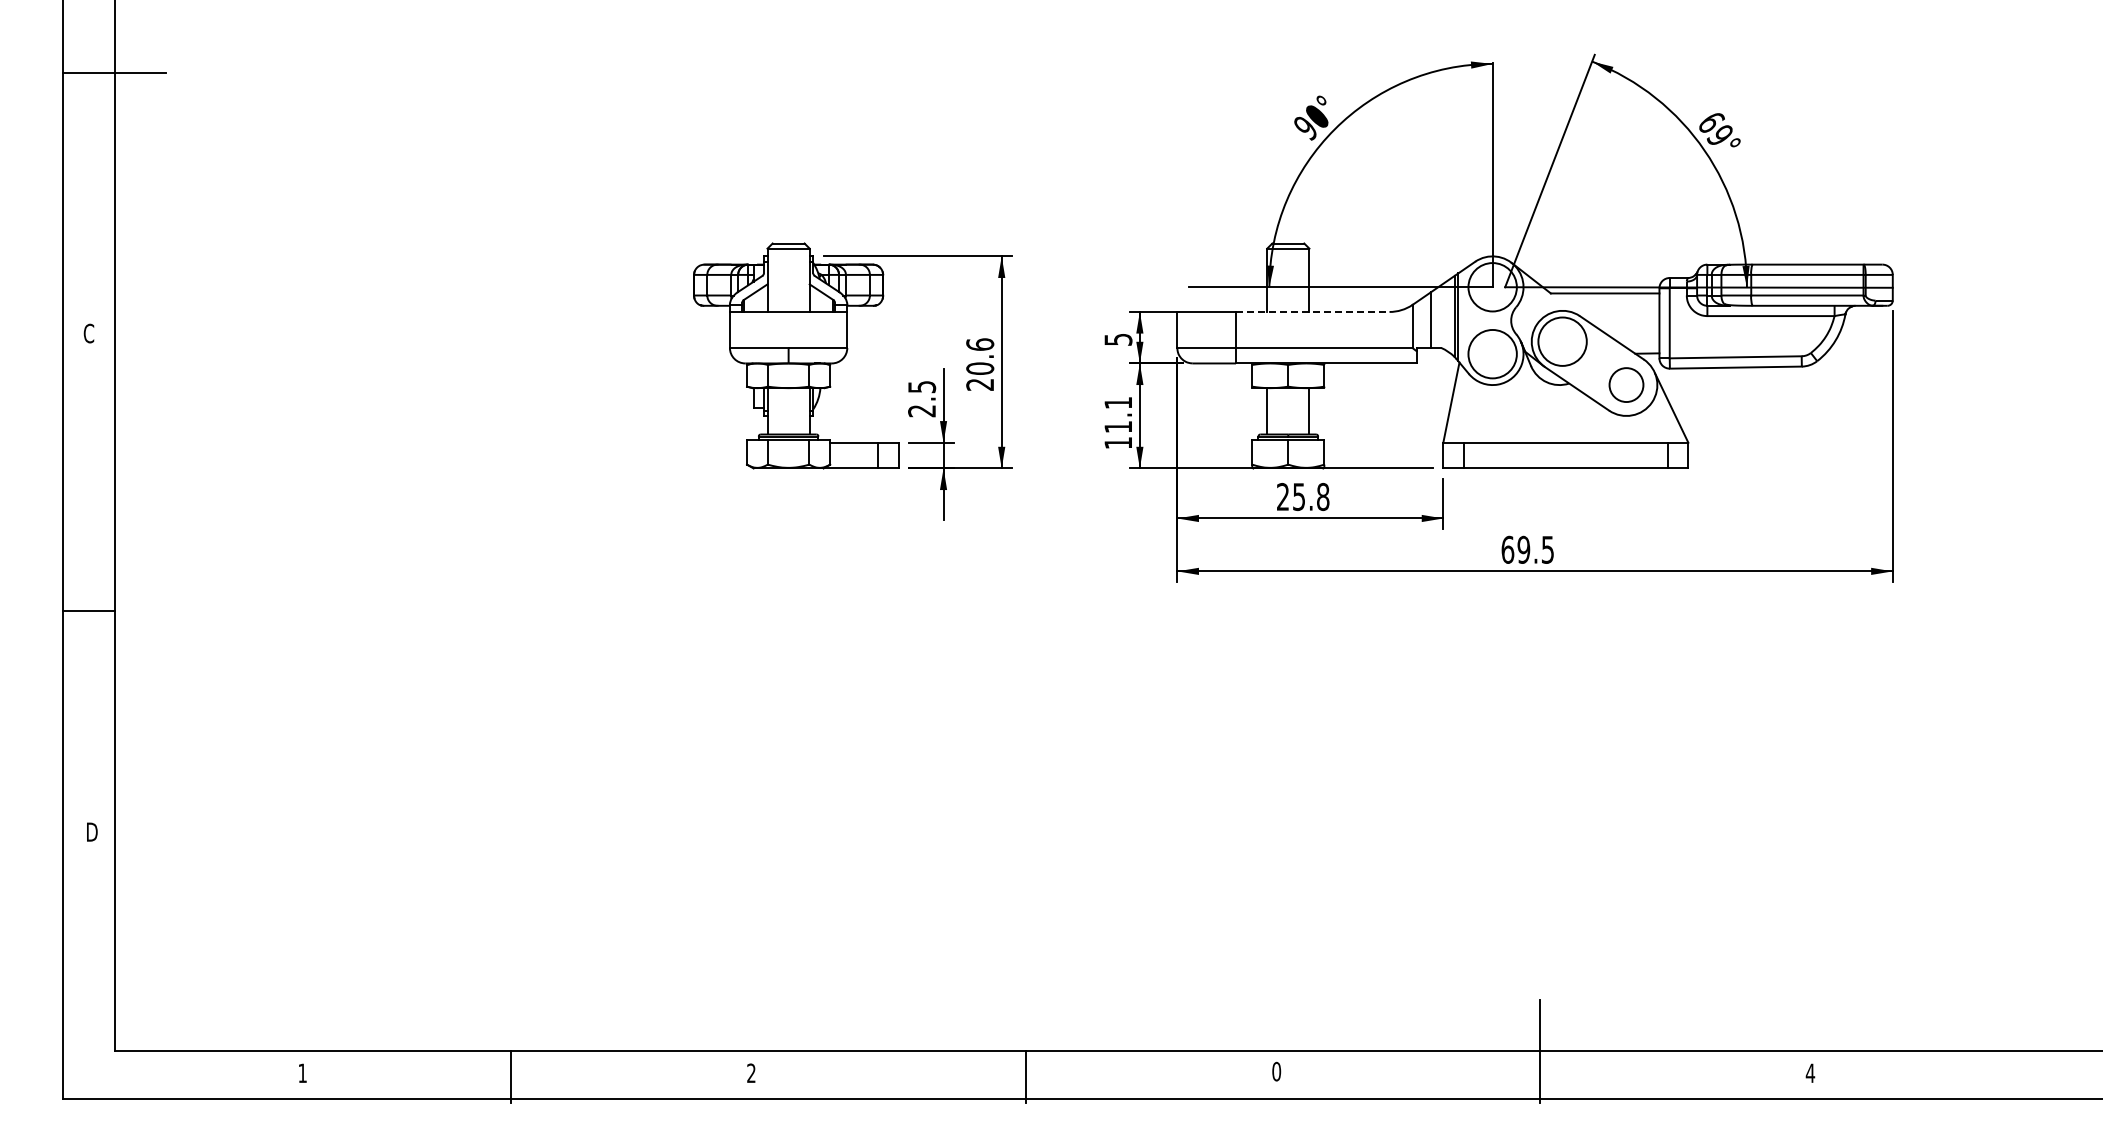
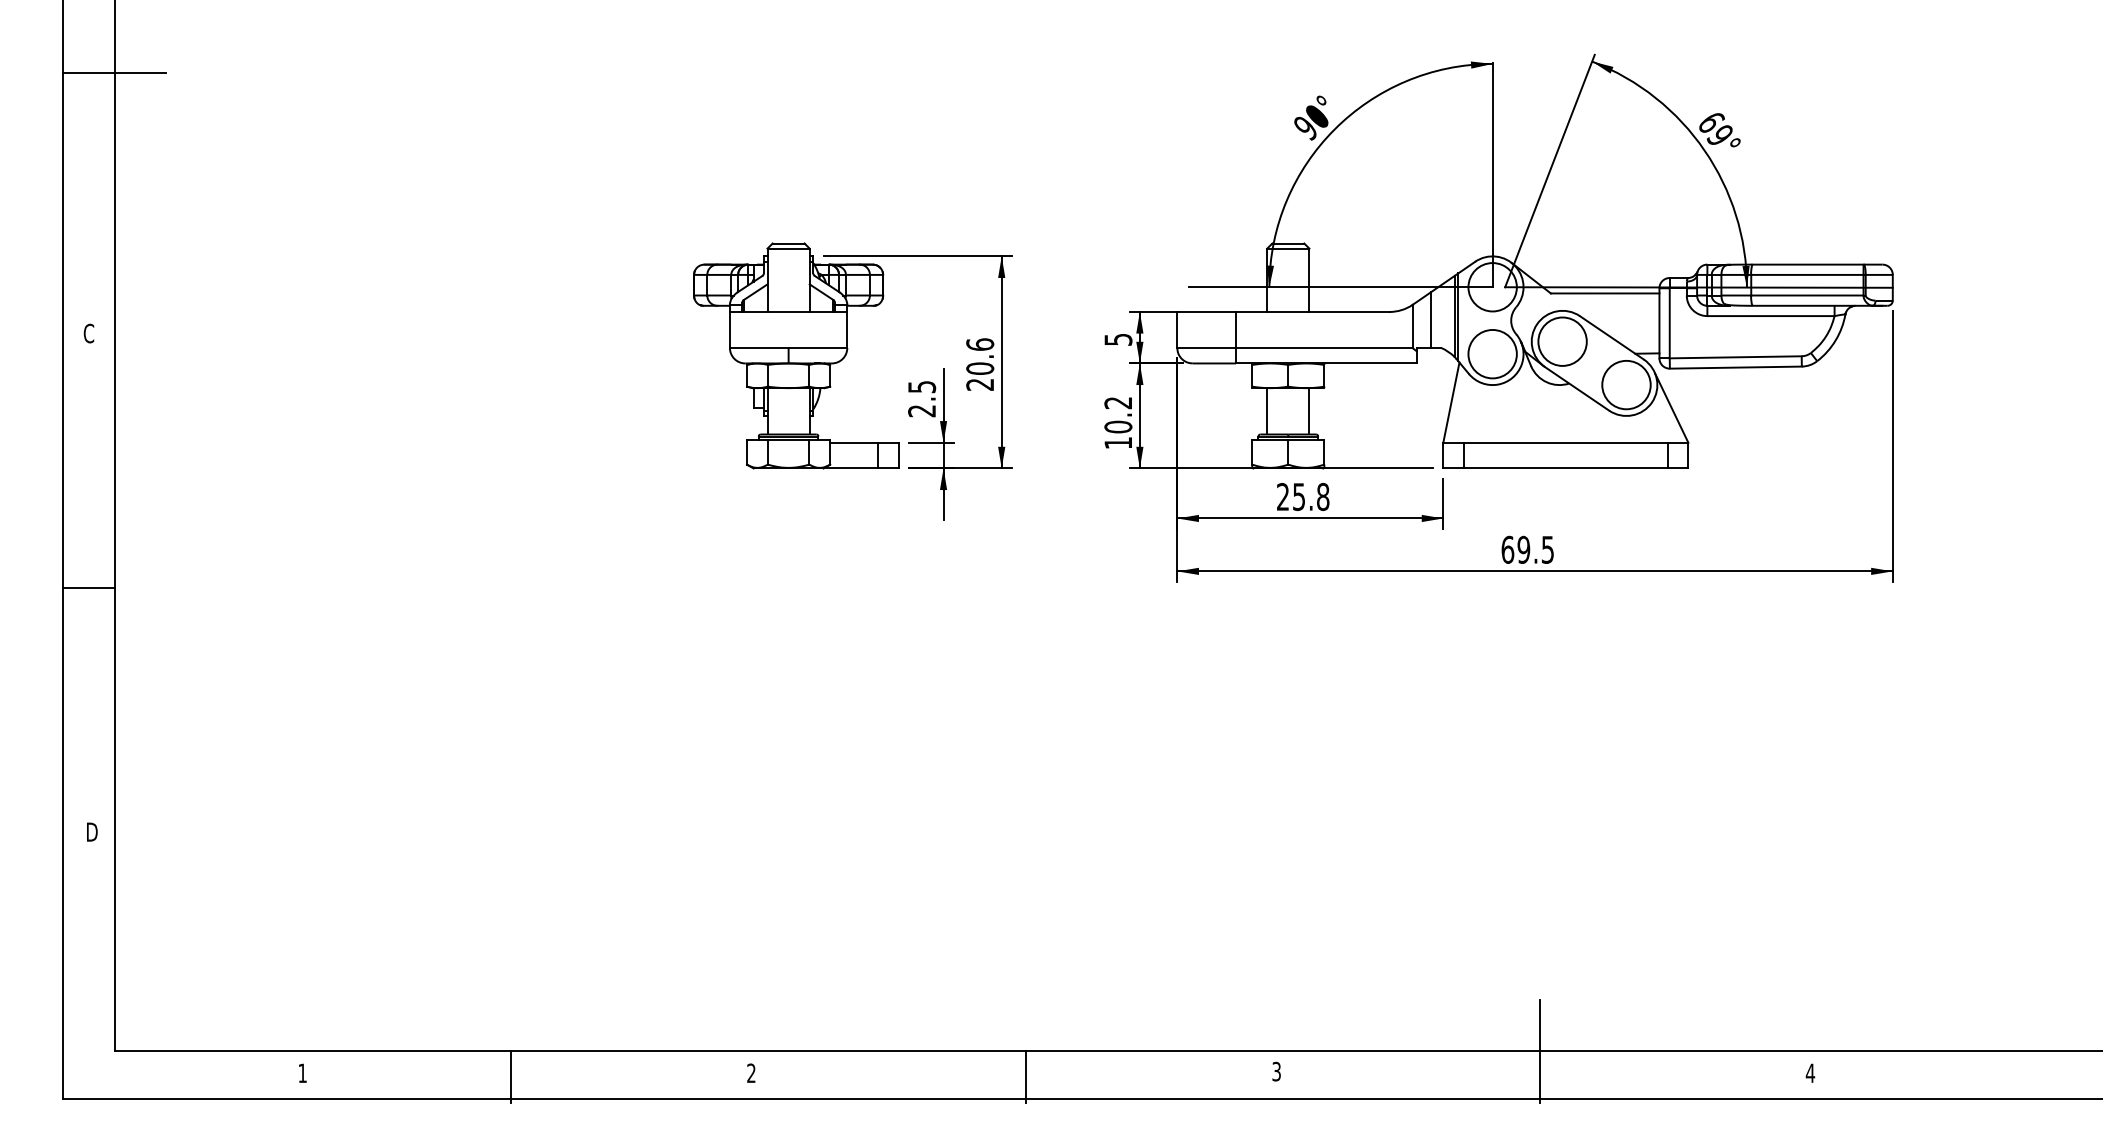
line at (1312, 311): dashed -> solid
circle at (1626, 385) diameter: 34 px -> 48 px
text at (1118, 415): 11.1 -> 10.2
line at (88, 610) position: (88, 610) -> (88, 587)
text at (1276, 1071): 0 -> 3
